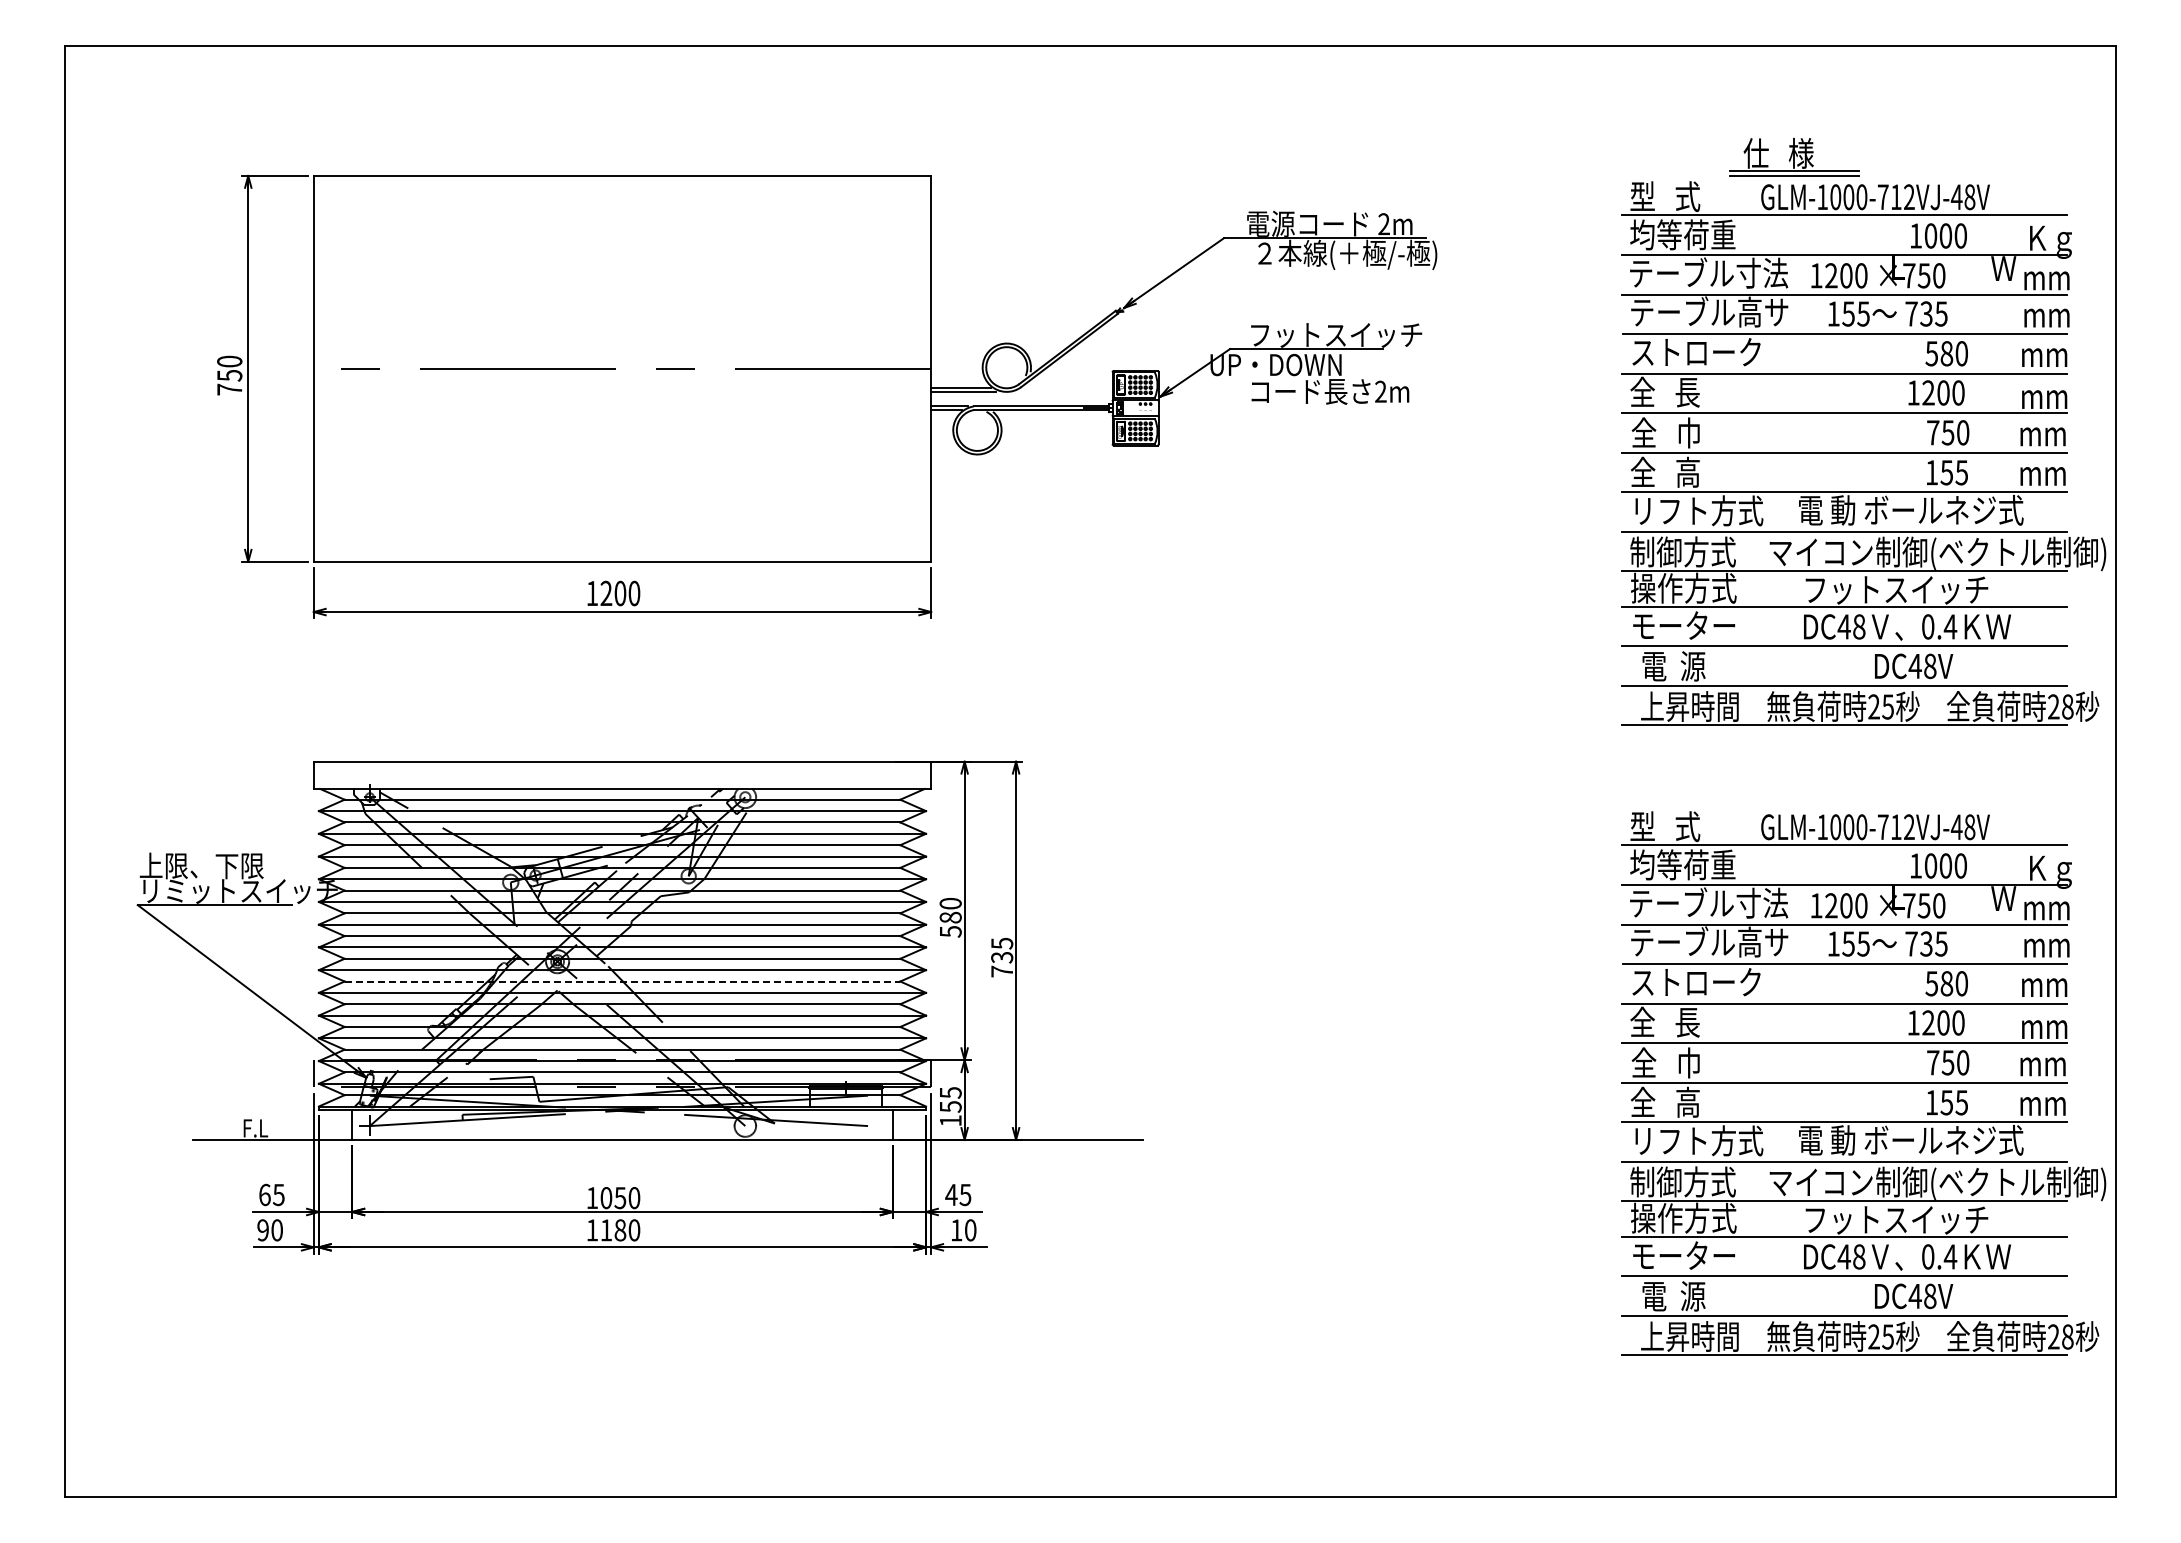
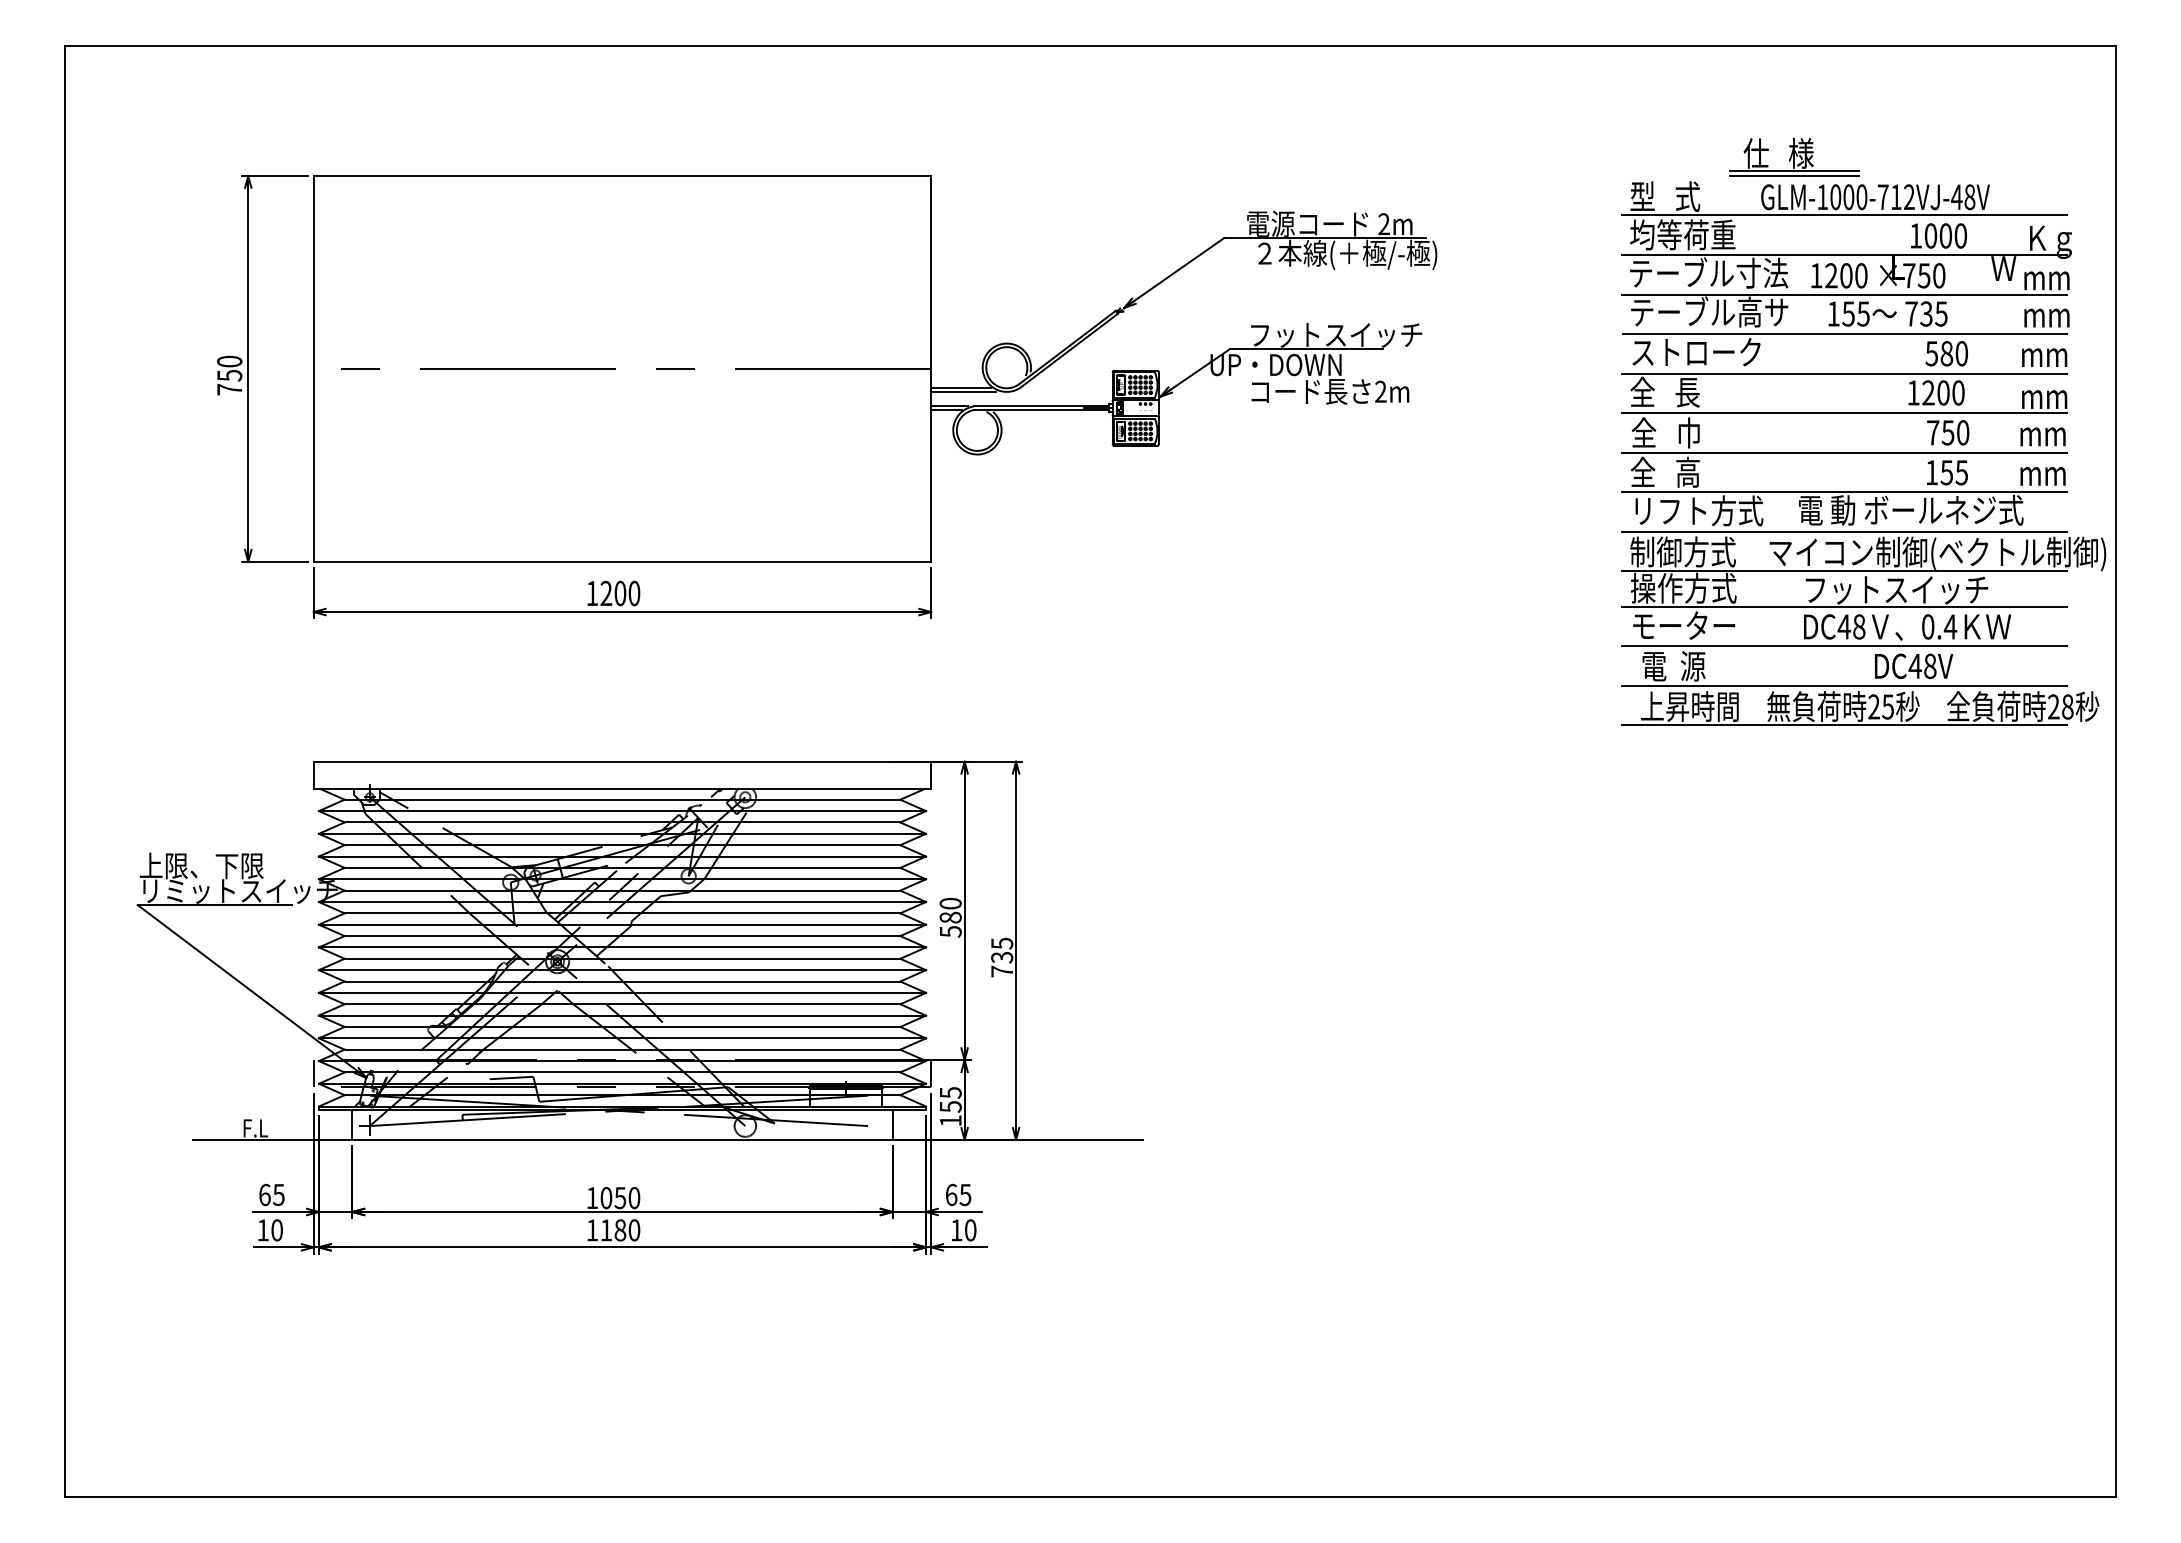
line at (622, 981): dashed -> solid
part at (1863, 1083): present -> none
text at (951, 1194): 45 -> 65
text at (262, 1230): 90 -> 10
